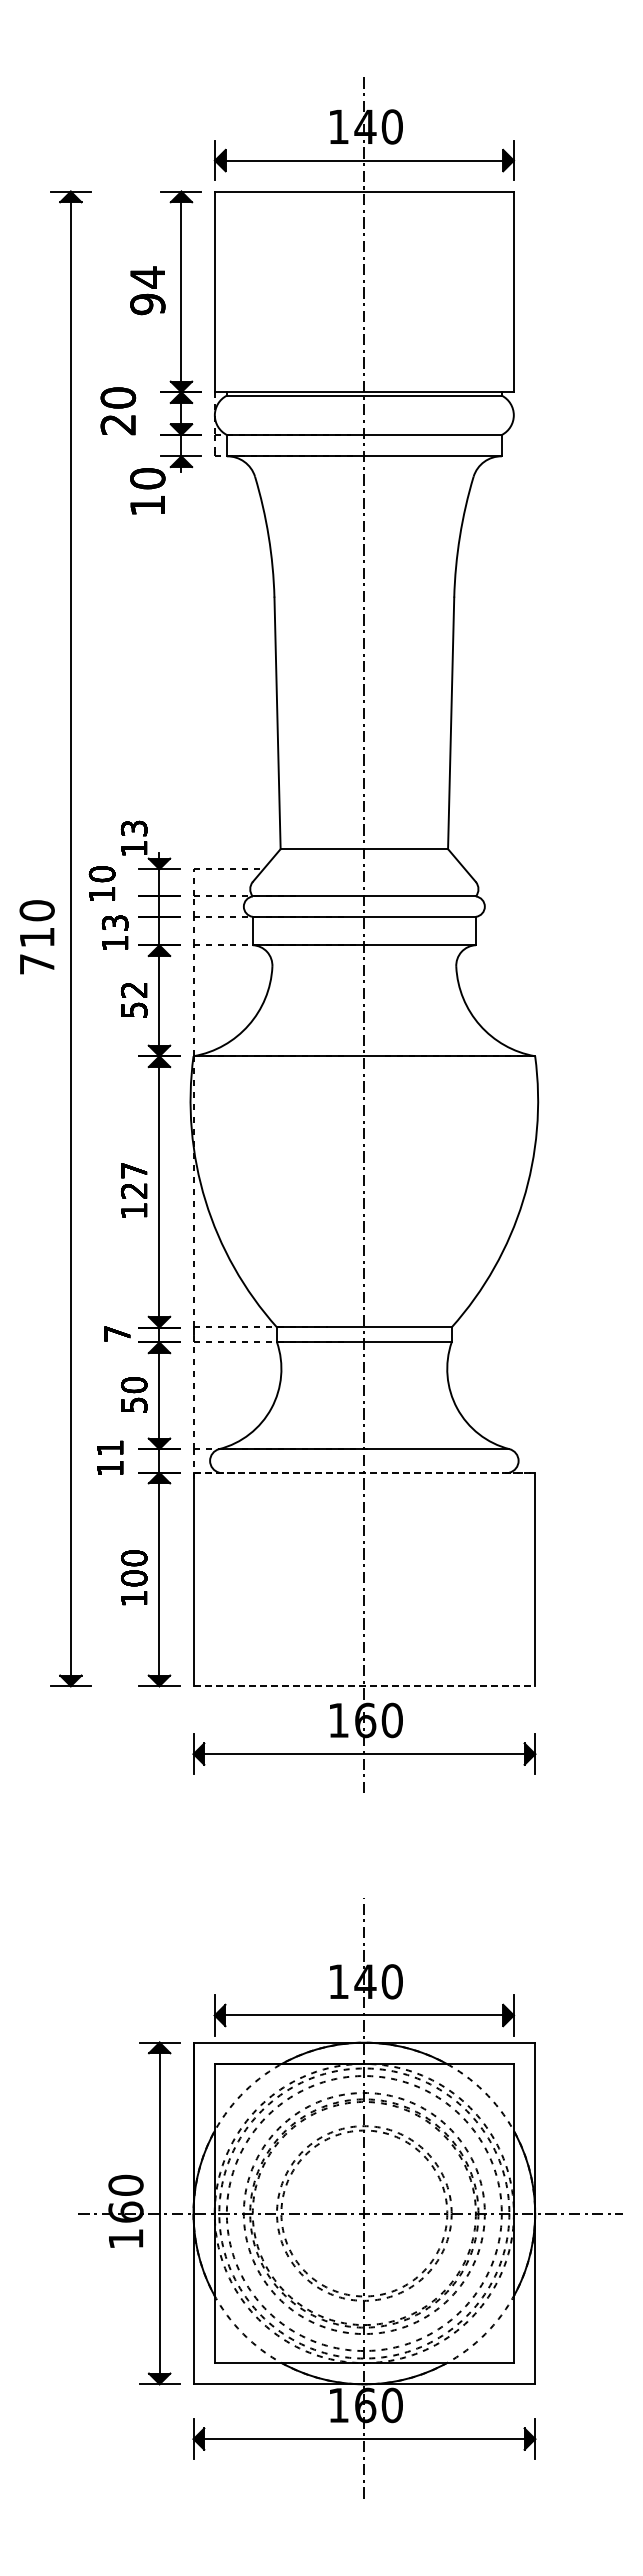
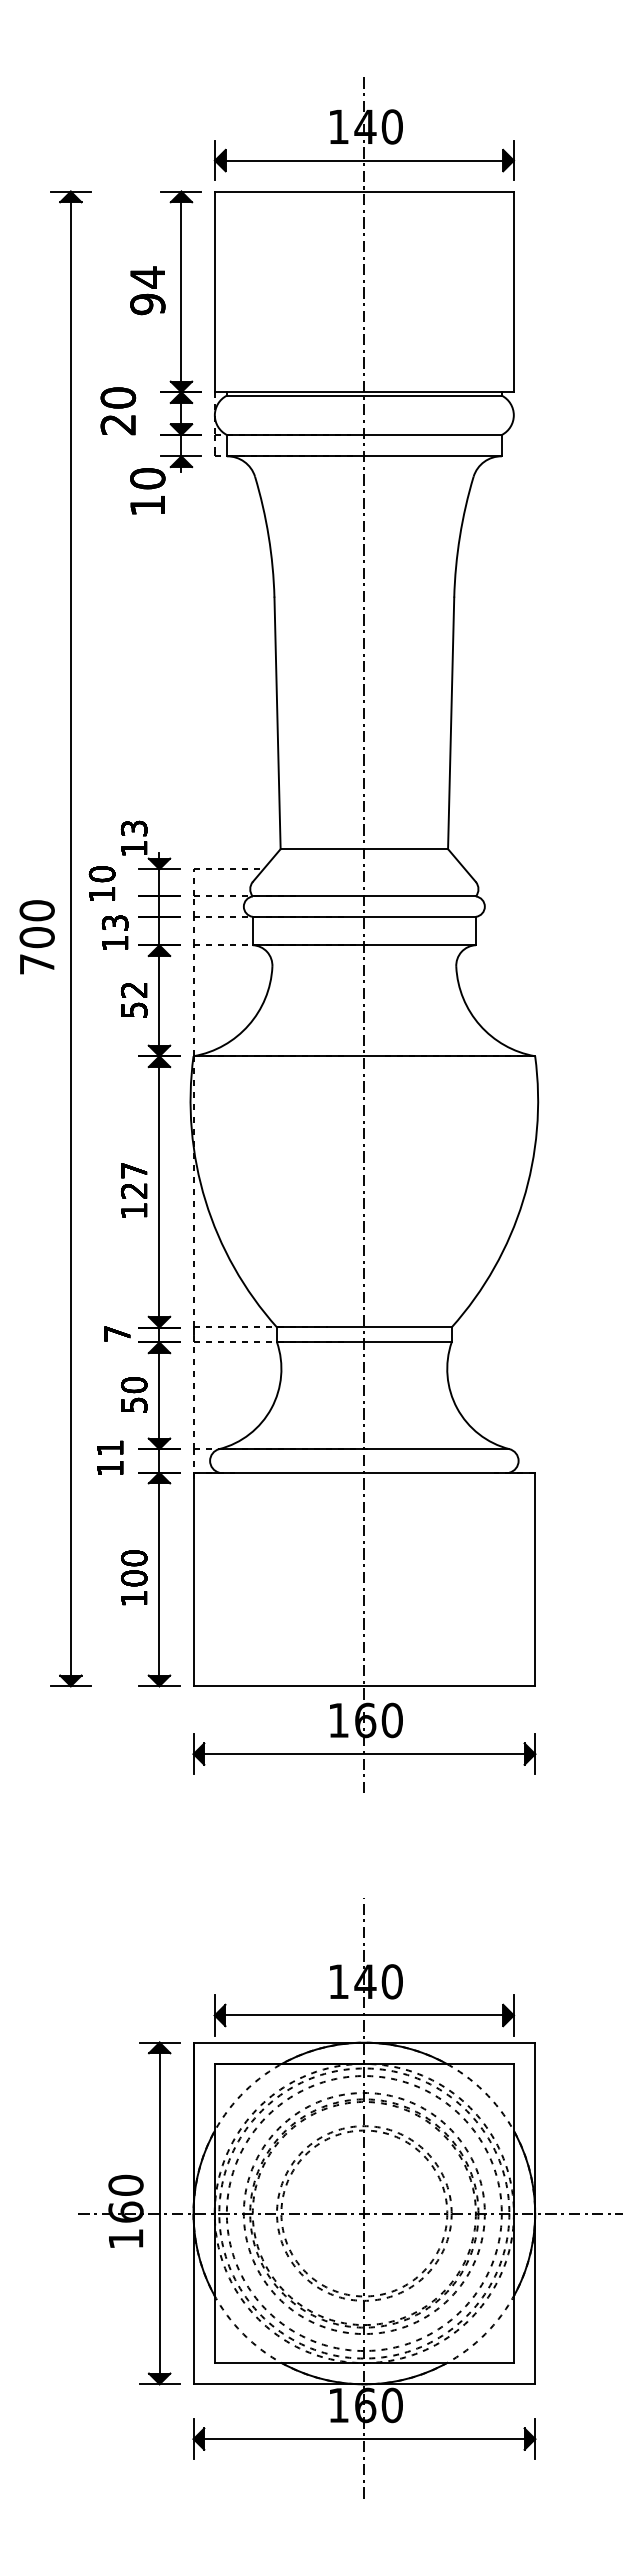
text at (36, 937): 710 -> 700
line at (364, 1472): dashed -> solid
line at (364, 1686): dashed -> solid
